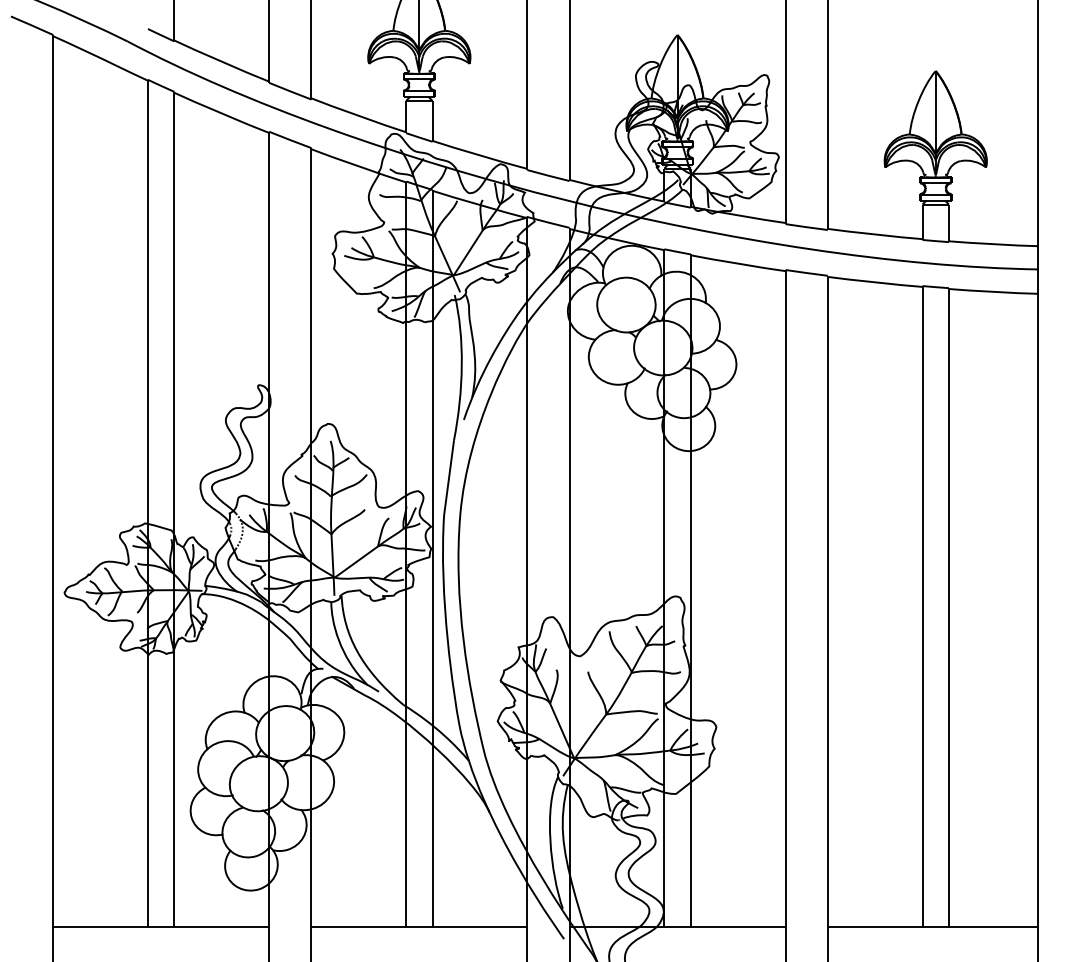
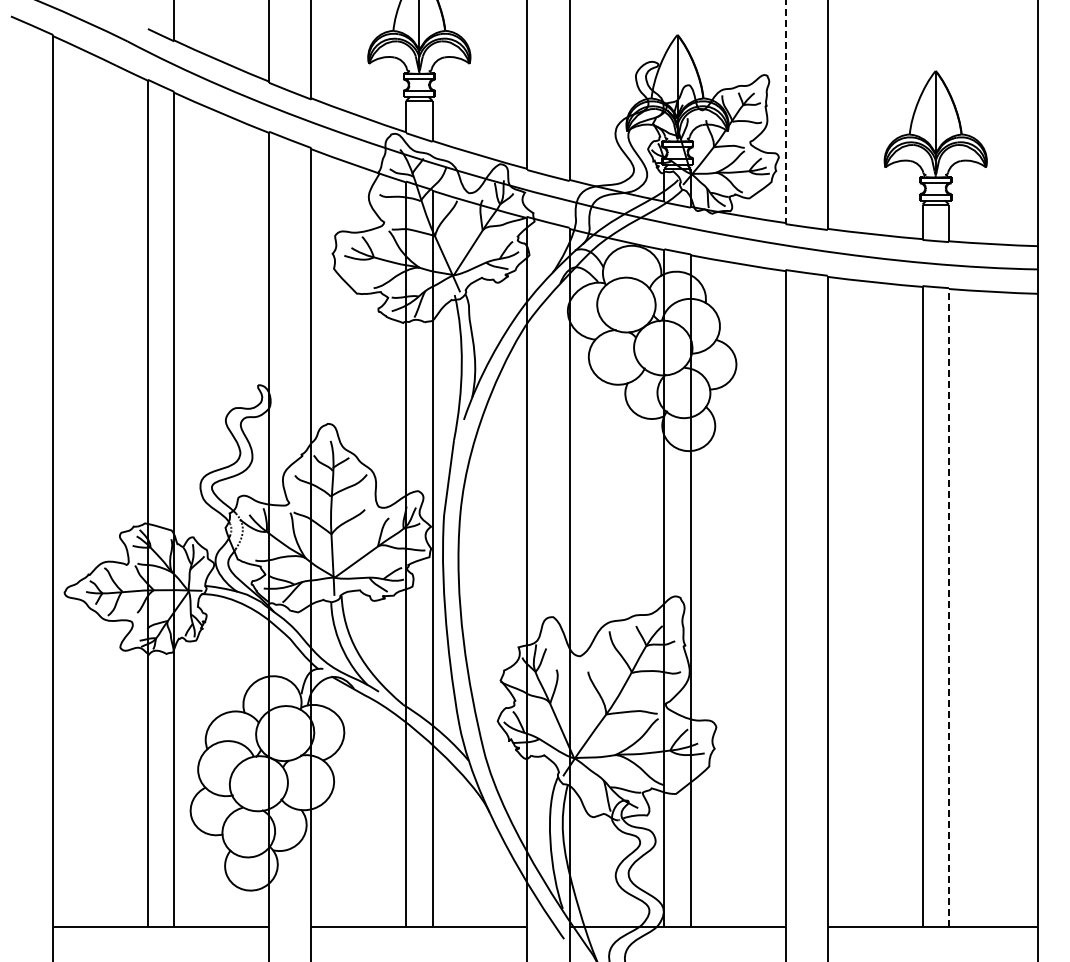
line at (785, 112): solid -> dashed
line at (948, 607): solid -> dashed
